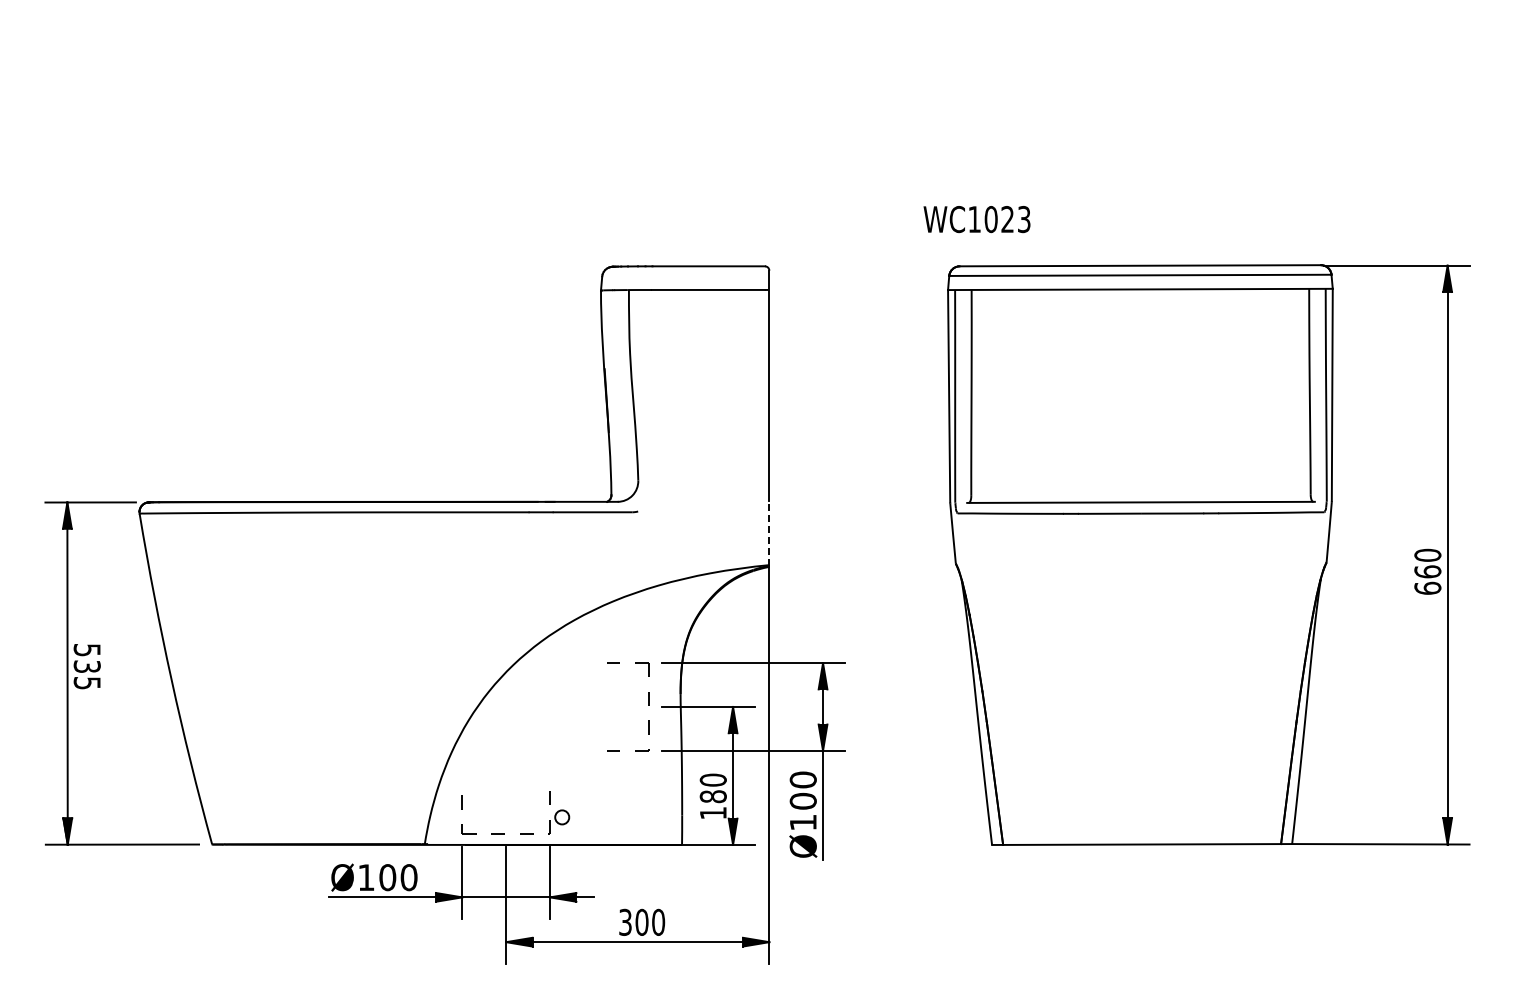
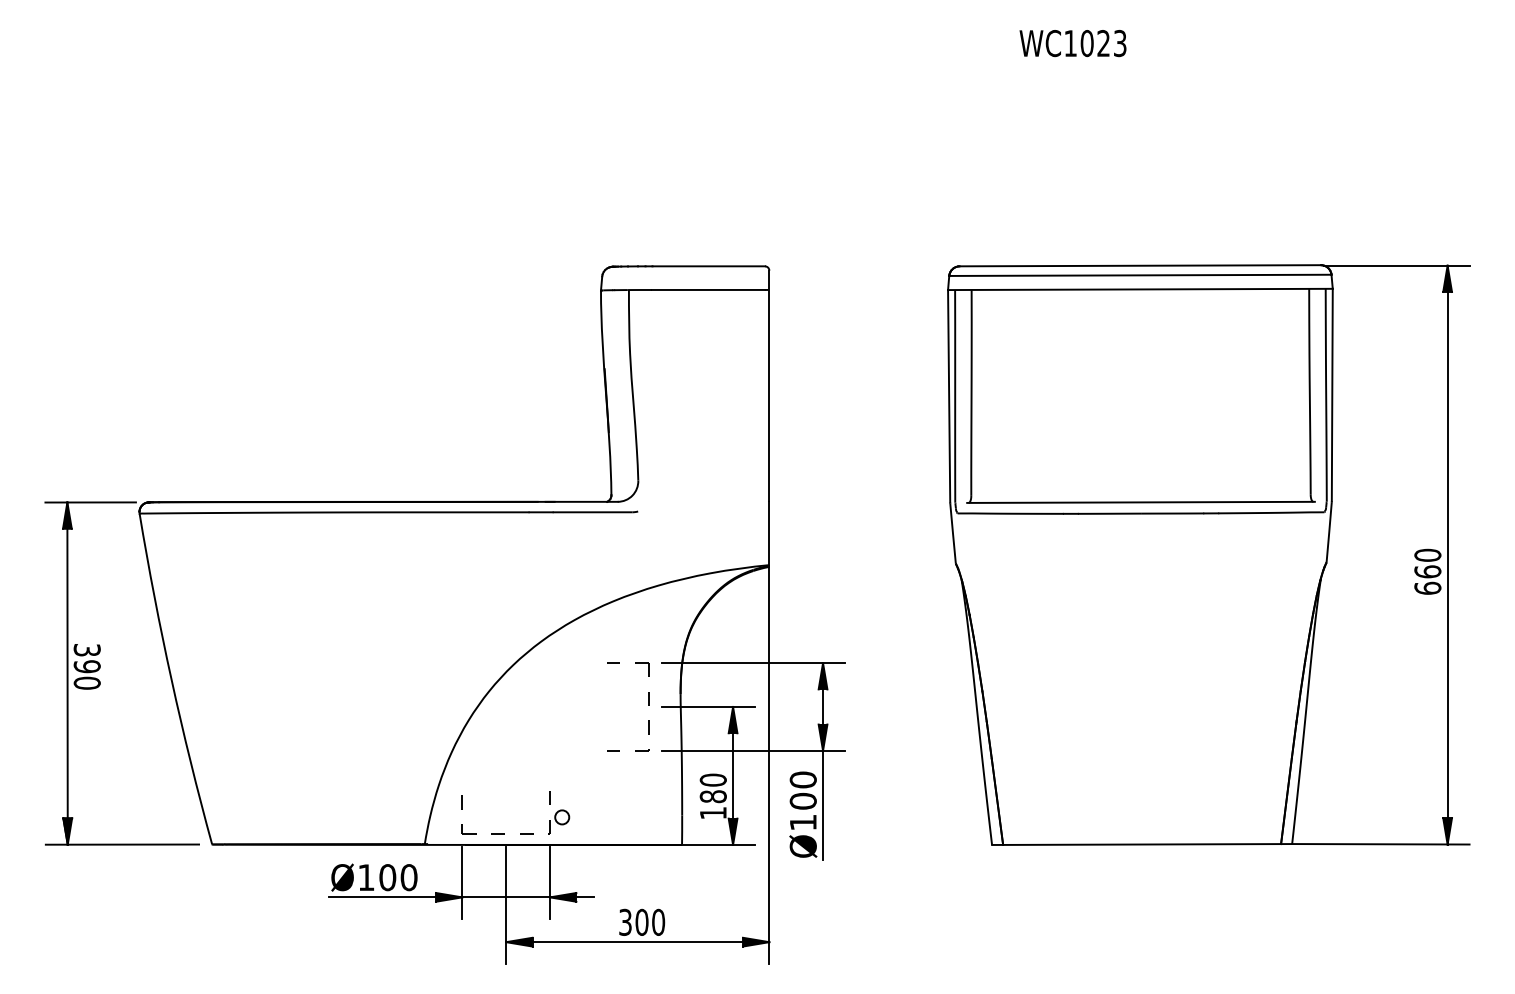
text at (976, 219) position: (976, 219) -> (1072, 43)
line at (769, 533): dashed -> solid
text at (86, 666): 535 -> 390
